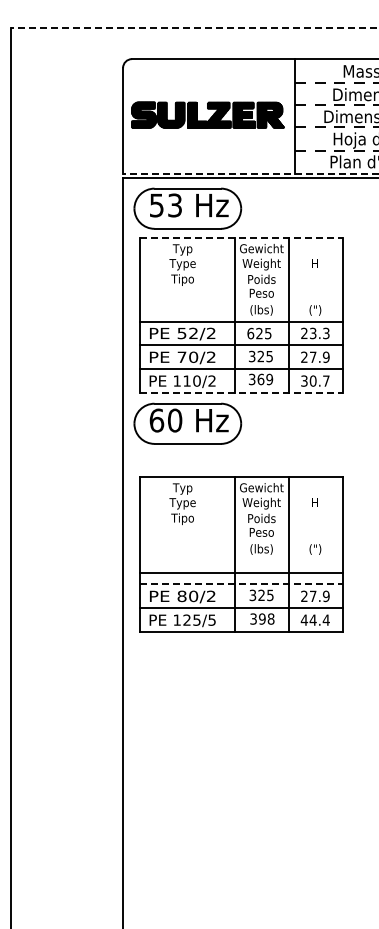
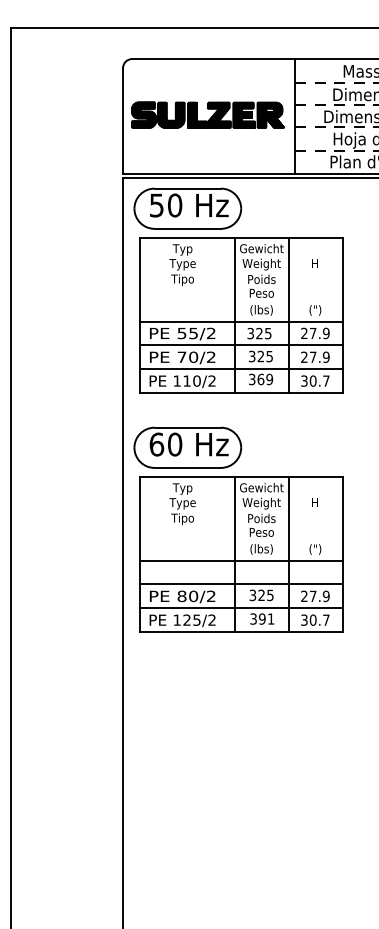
line at (194, 27): dashed -> solid
line at (250, 173): dashed -> solid
text at (175, 205): 53 -> 50
line at (241, 238): dashed -> solid
text at (193, 333): 52/2 -> 55/2
text at (250, 333): 625 -> 325
text at (319, 333): 23.3 -> 27.9
line at (241, 393): dashed -> solid
part at (187, 423) position: (187, 423) -> (187, 447)
line at (241, 572) position: (241, 572) -> (241, 560)
line at (241, 584): dashed -> solid
text at (270, 618): 398 -> 391
text at (211, 619): 125/5 -> 125/2
text at (314, 619): 44.4 -> 30.7
